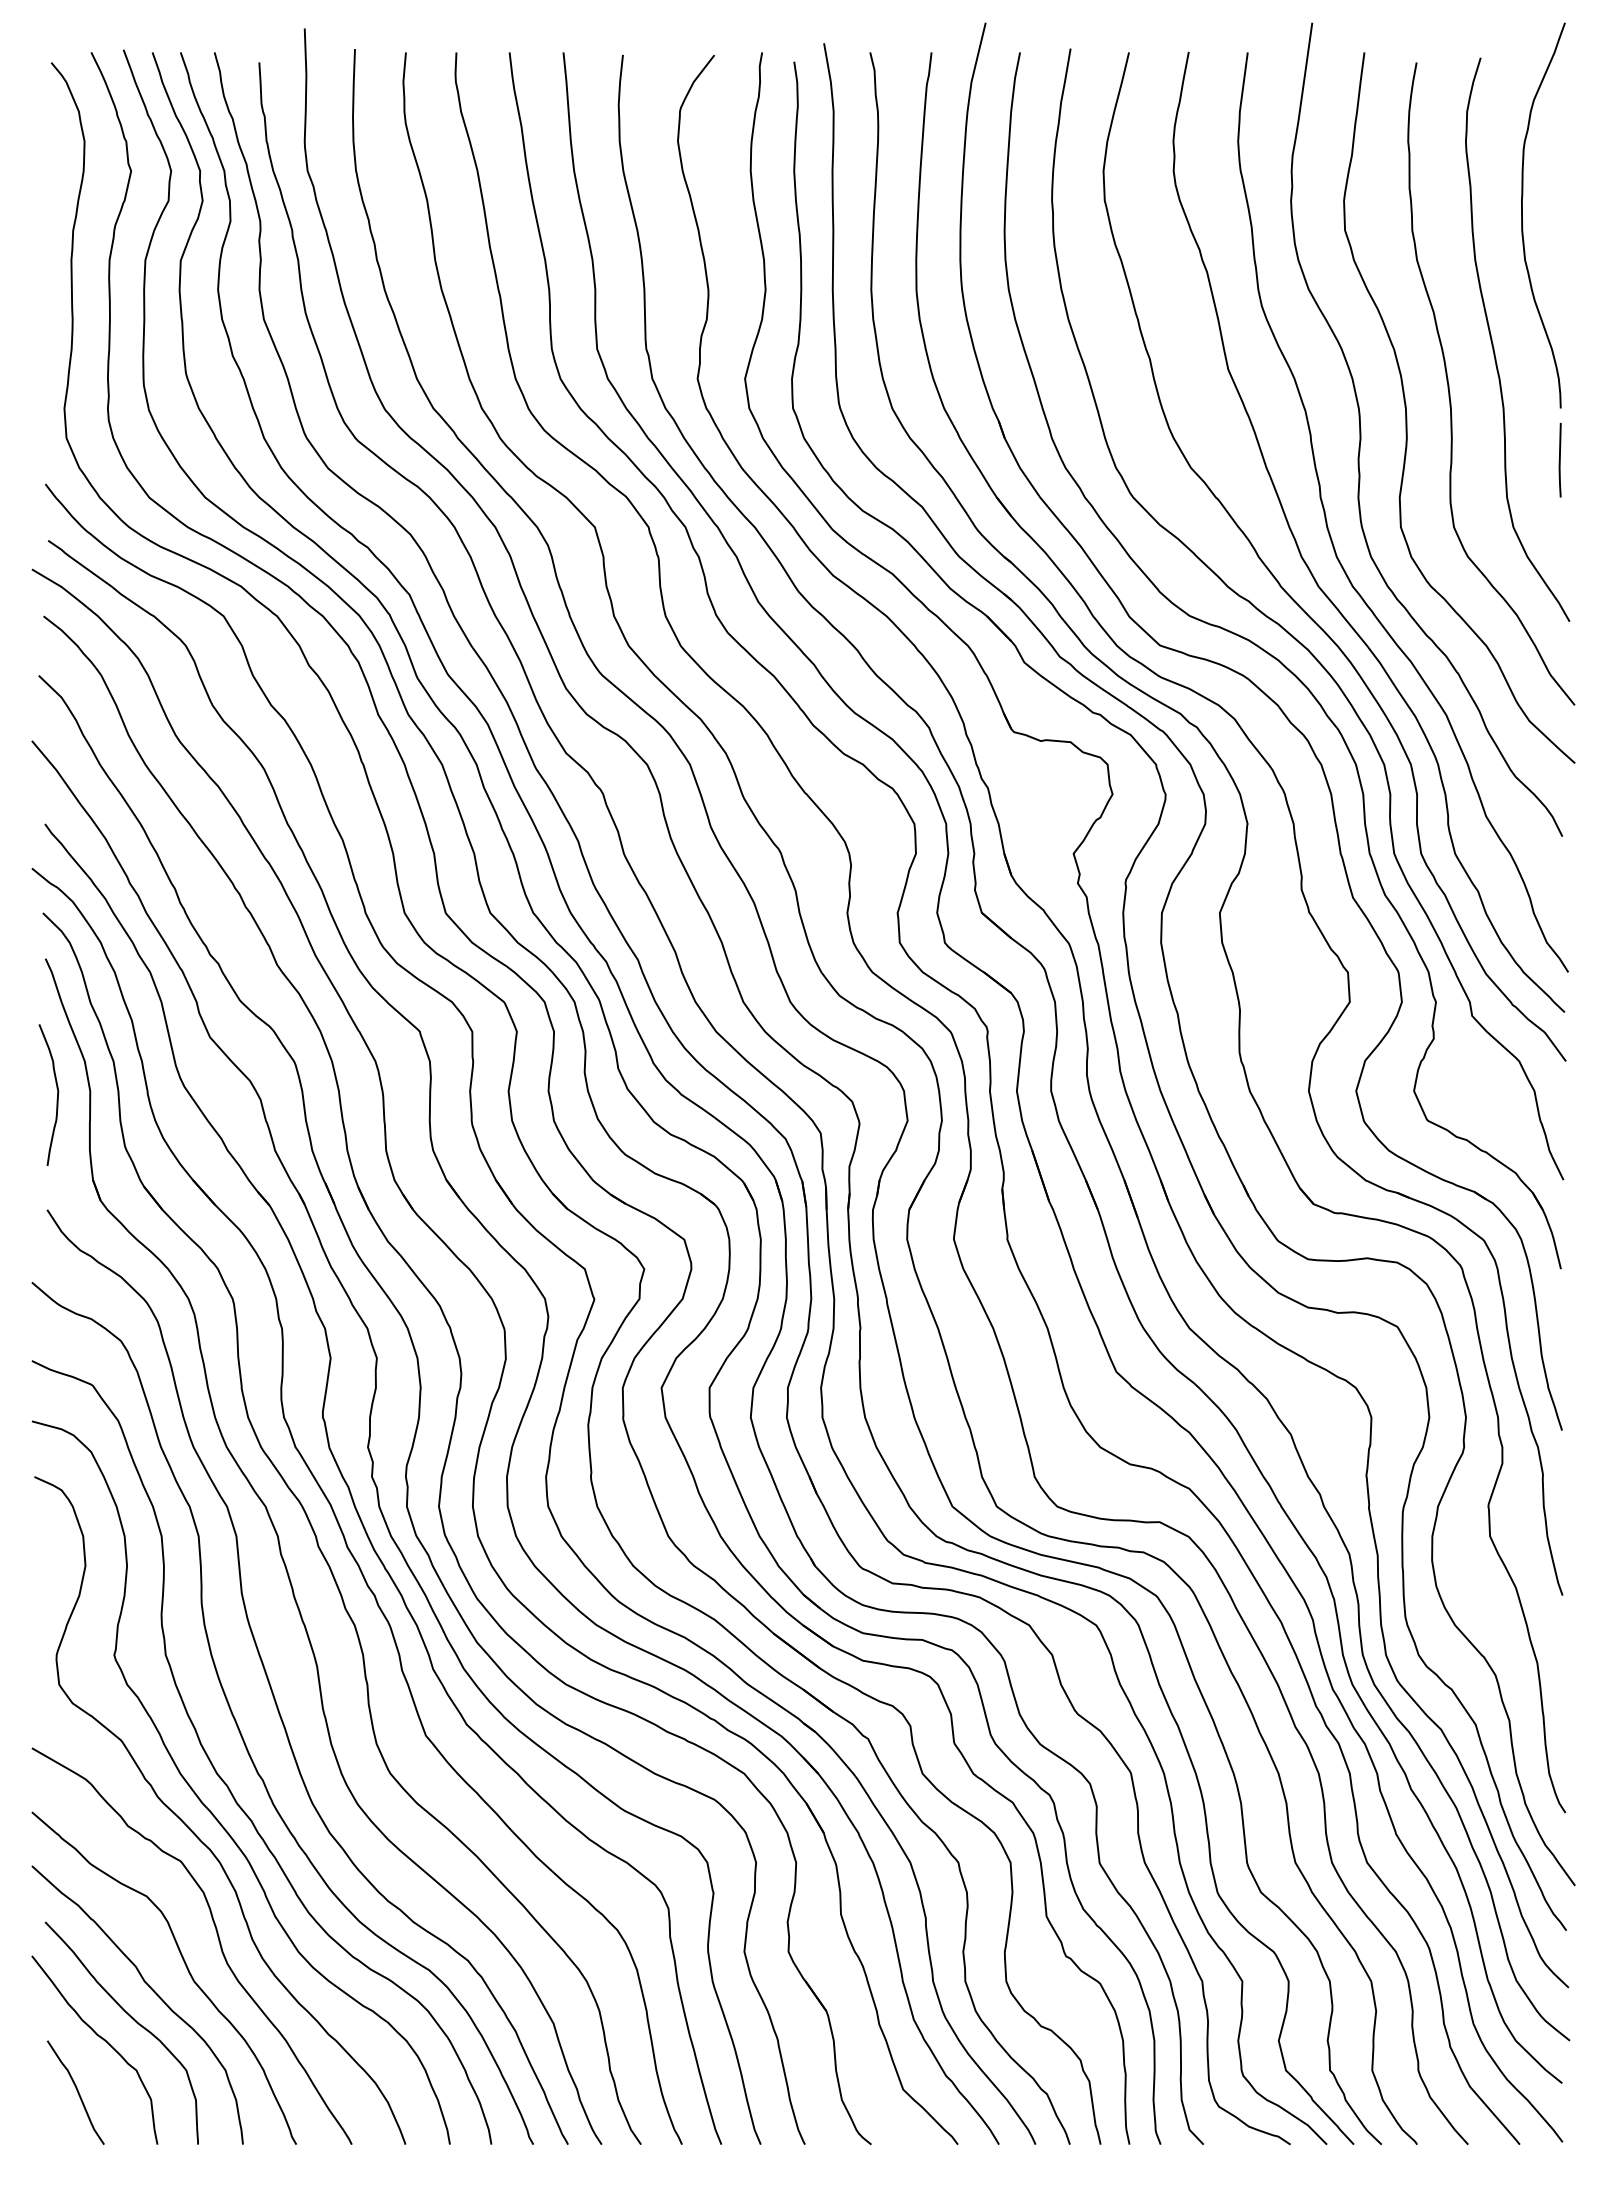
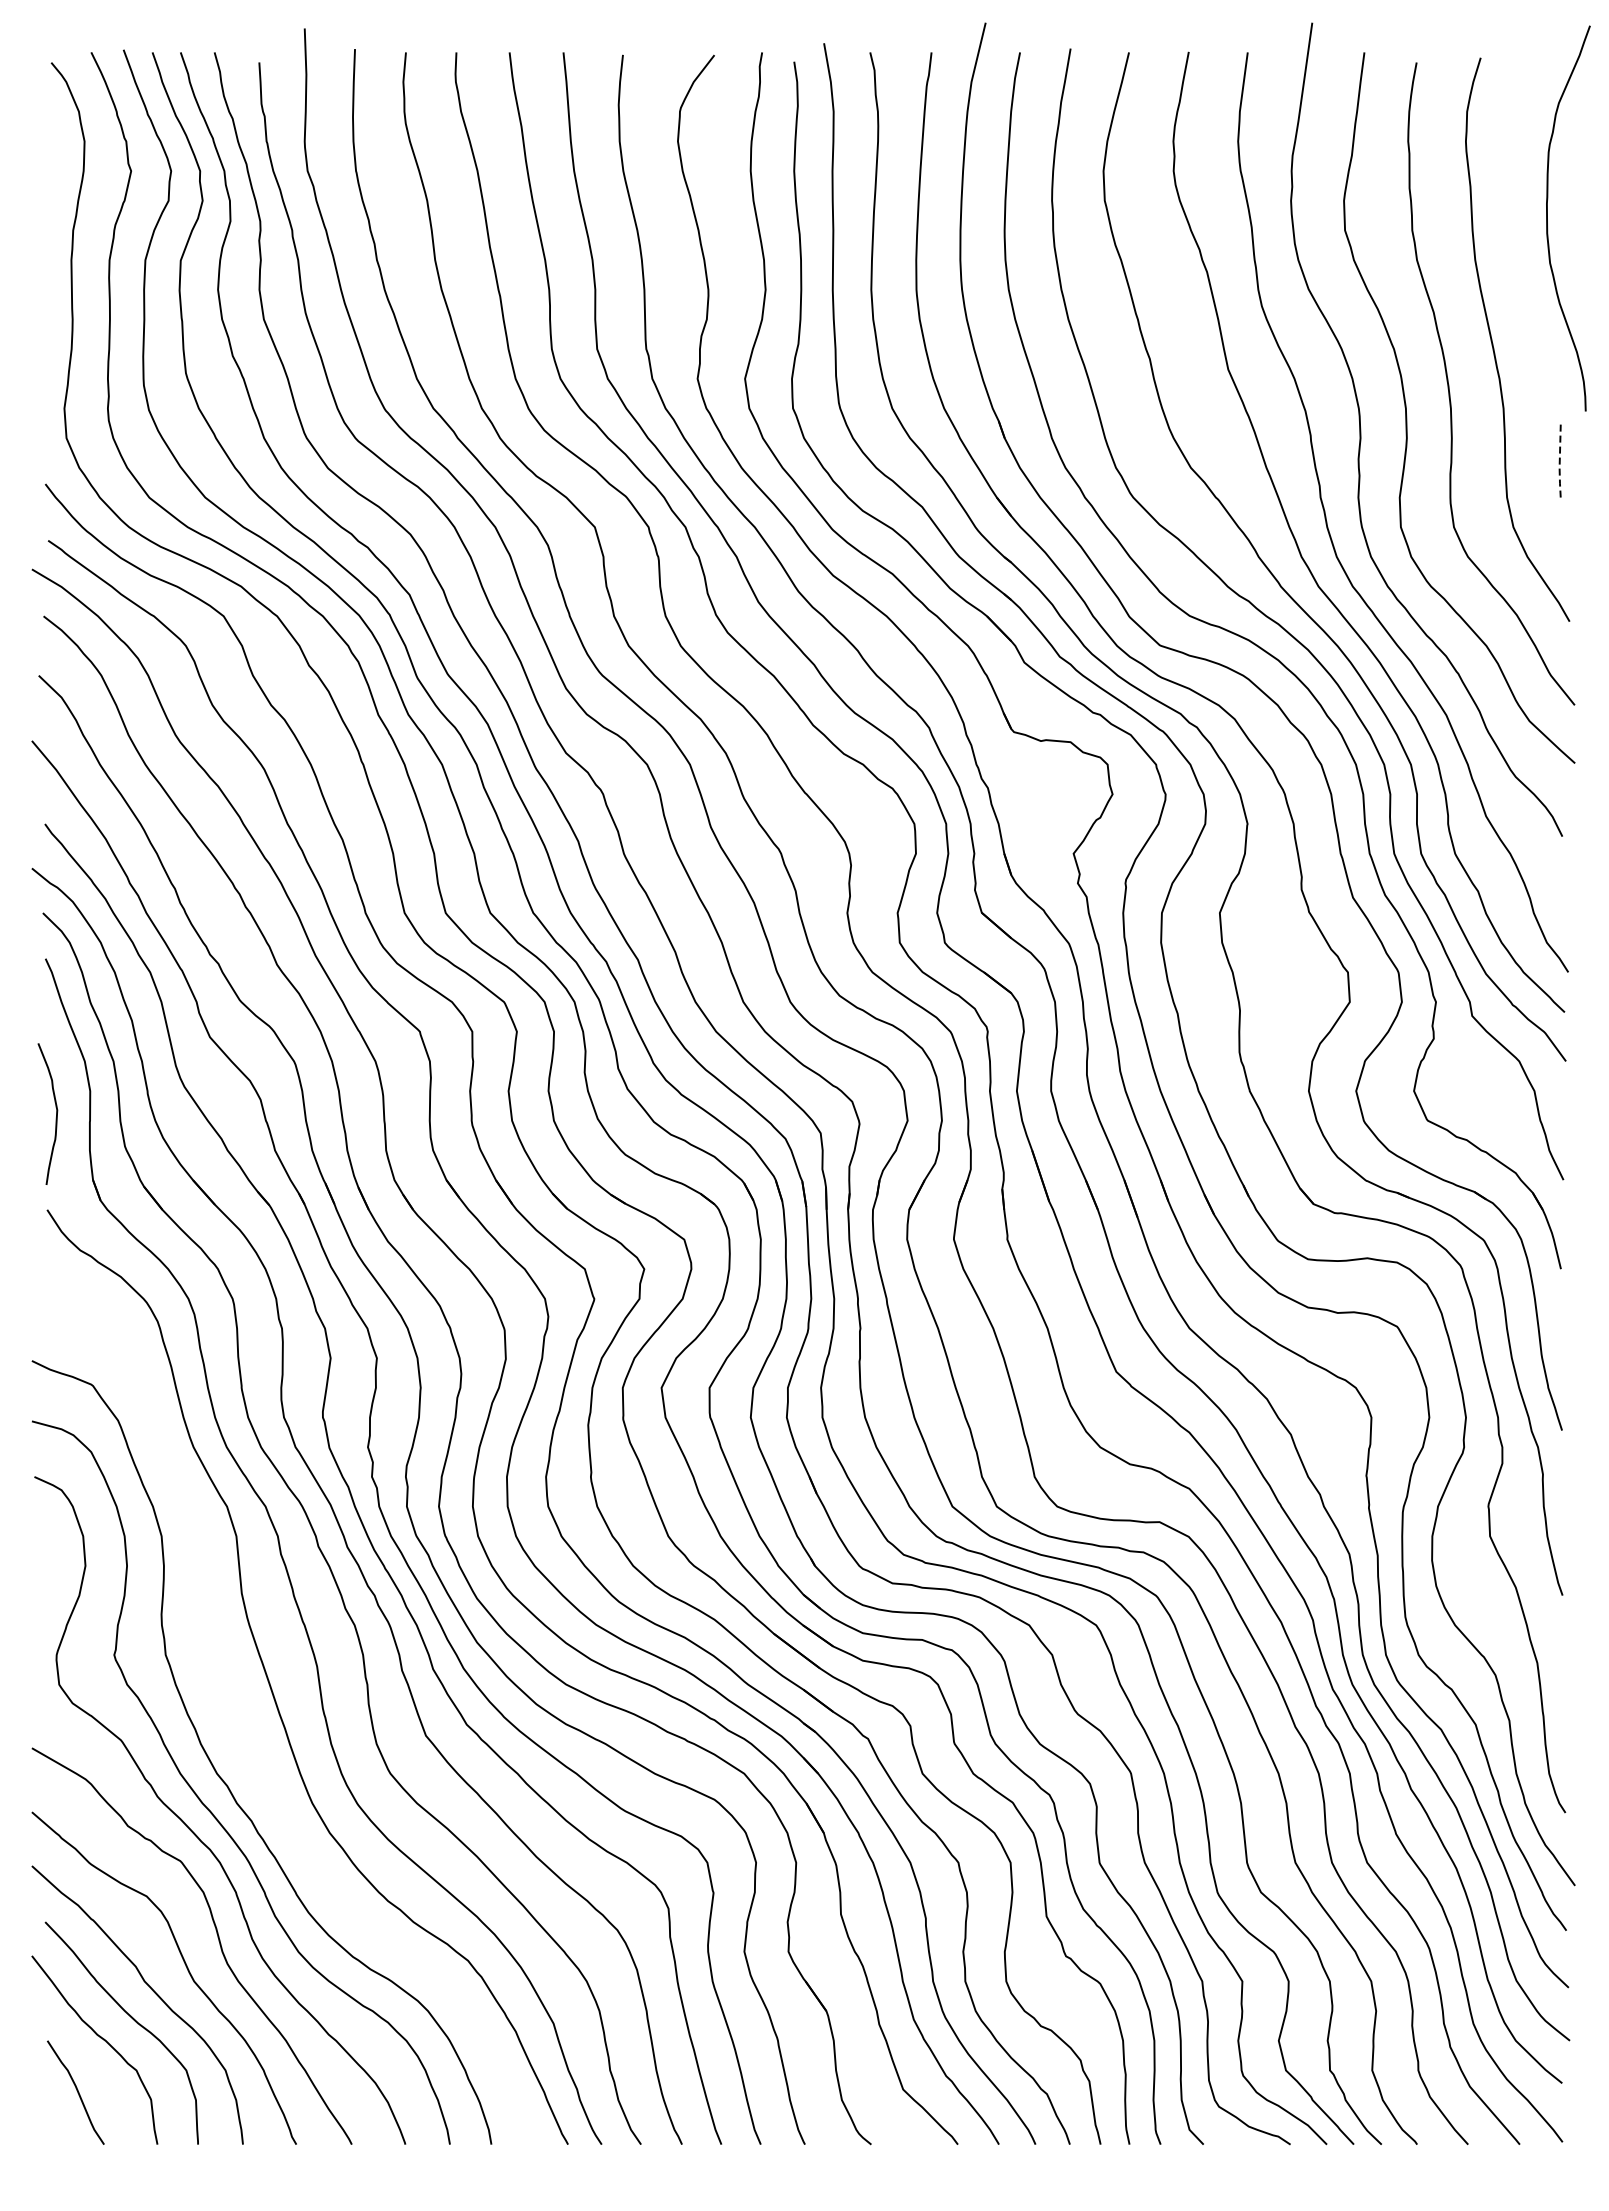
curve at (1522, 215) position: (1522, 215) -> (1547, 218)
line at (1559, 461): solid -> dashed
curve at (57, 1094) position: (57, 1094) -> (56, 1113)
curve at (241, 1732): present -> none
